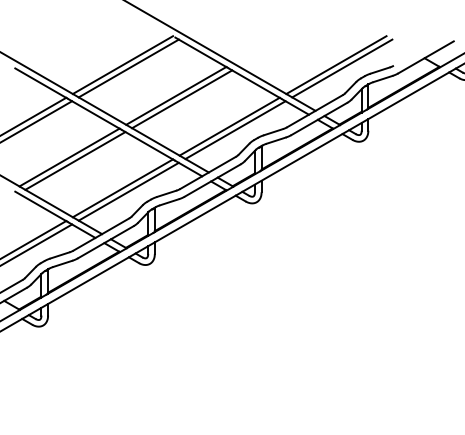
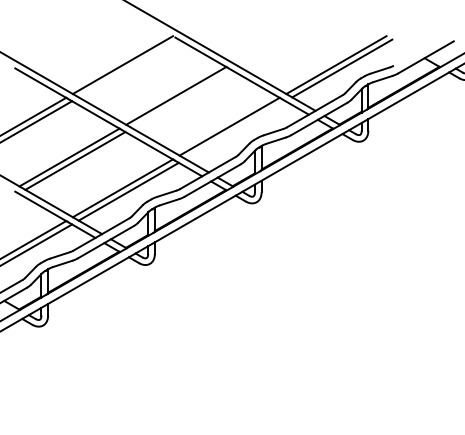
line at (128, 68): present -> none
line at (182, 99): present -> none
line at (235, 130): present -> none
